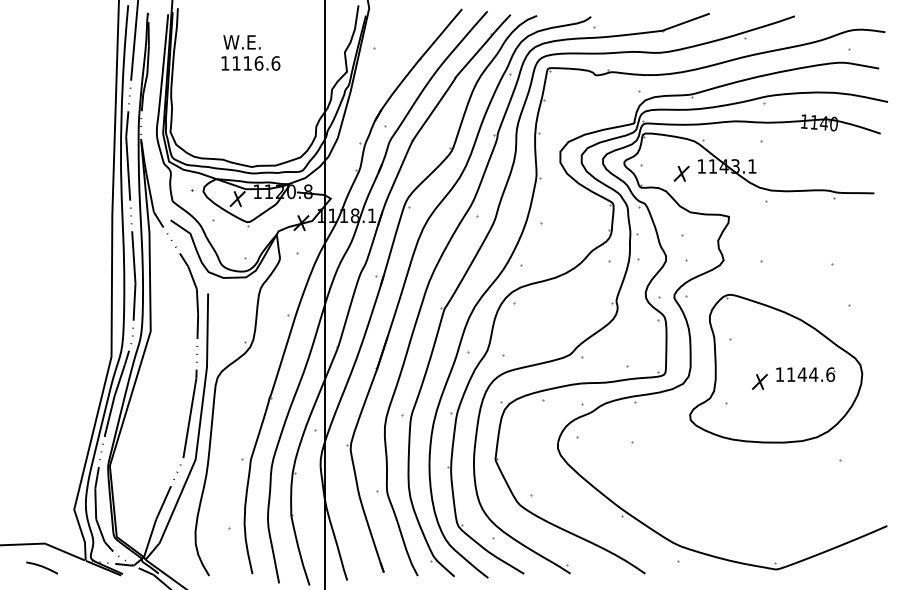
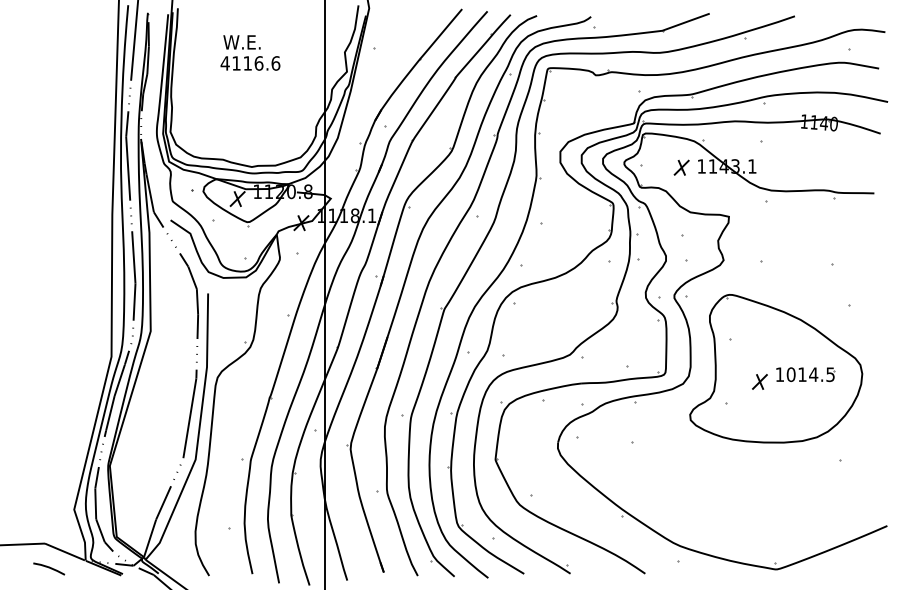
text at (224, 63): 1116.6 -> 4116.6
part at (681, 173) position: (681, 173) -> (681, 167)
text at (810, 374): 1144.6 -> 1014.5
line at (42, 567) position: (42, 567) -> (49, 568)
